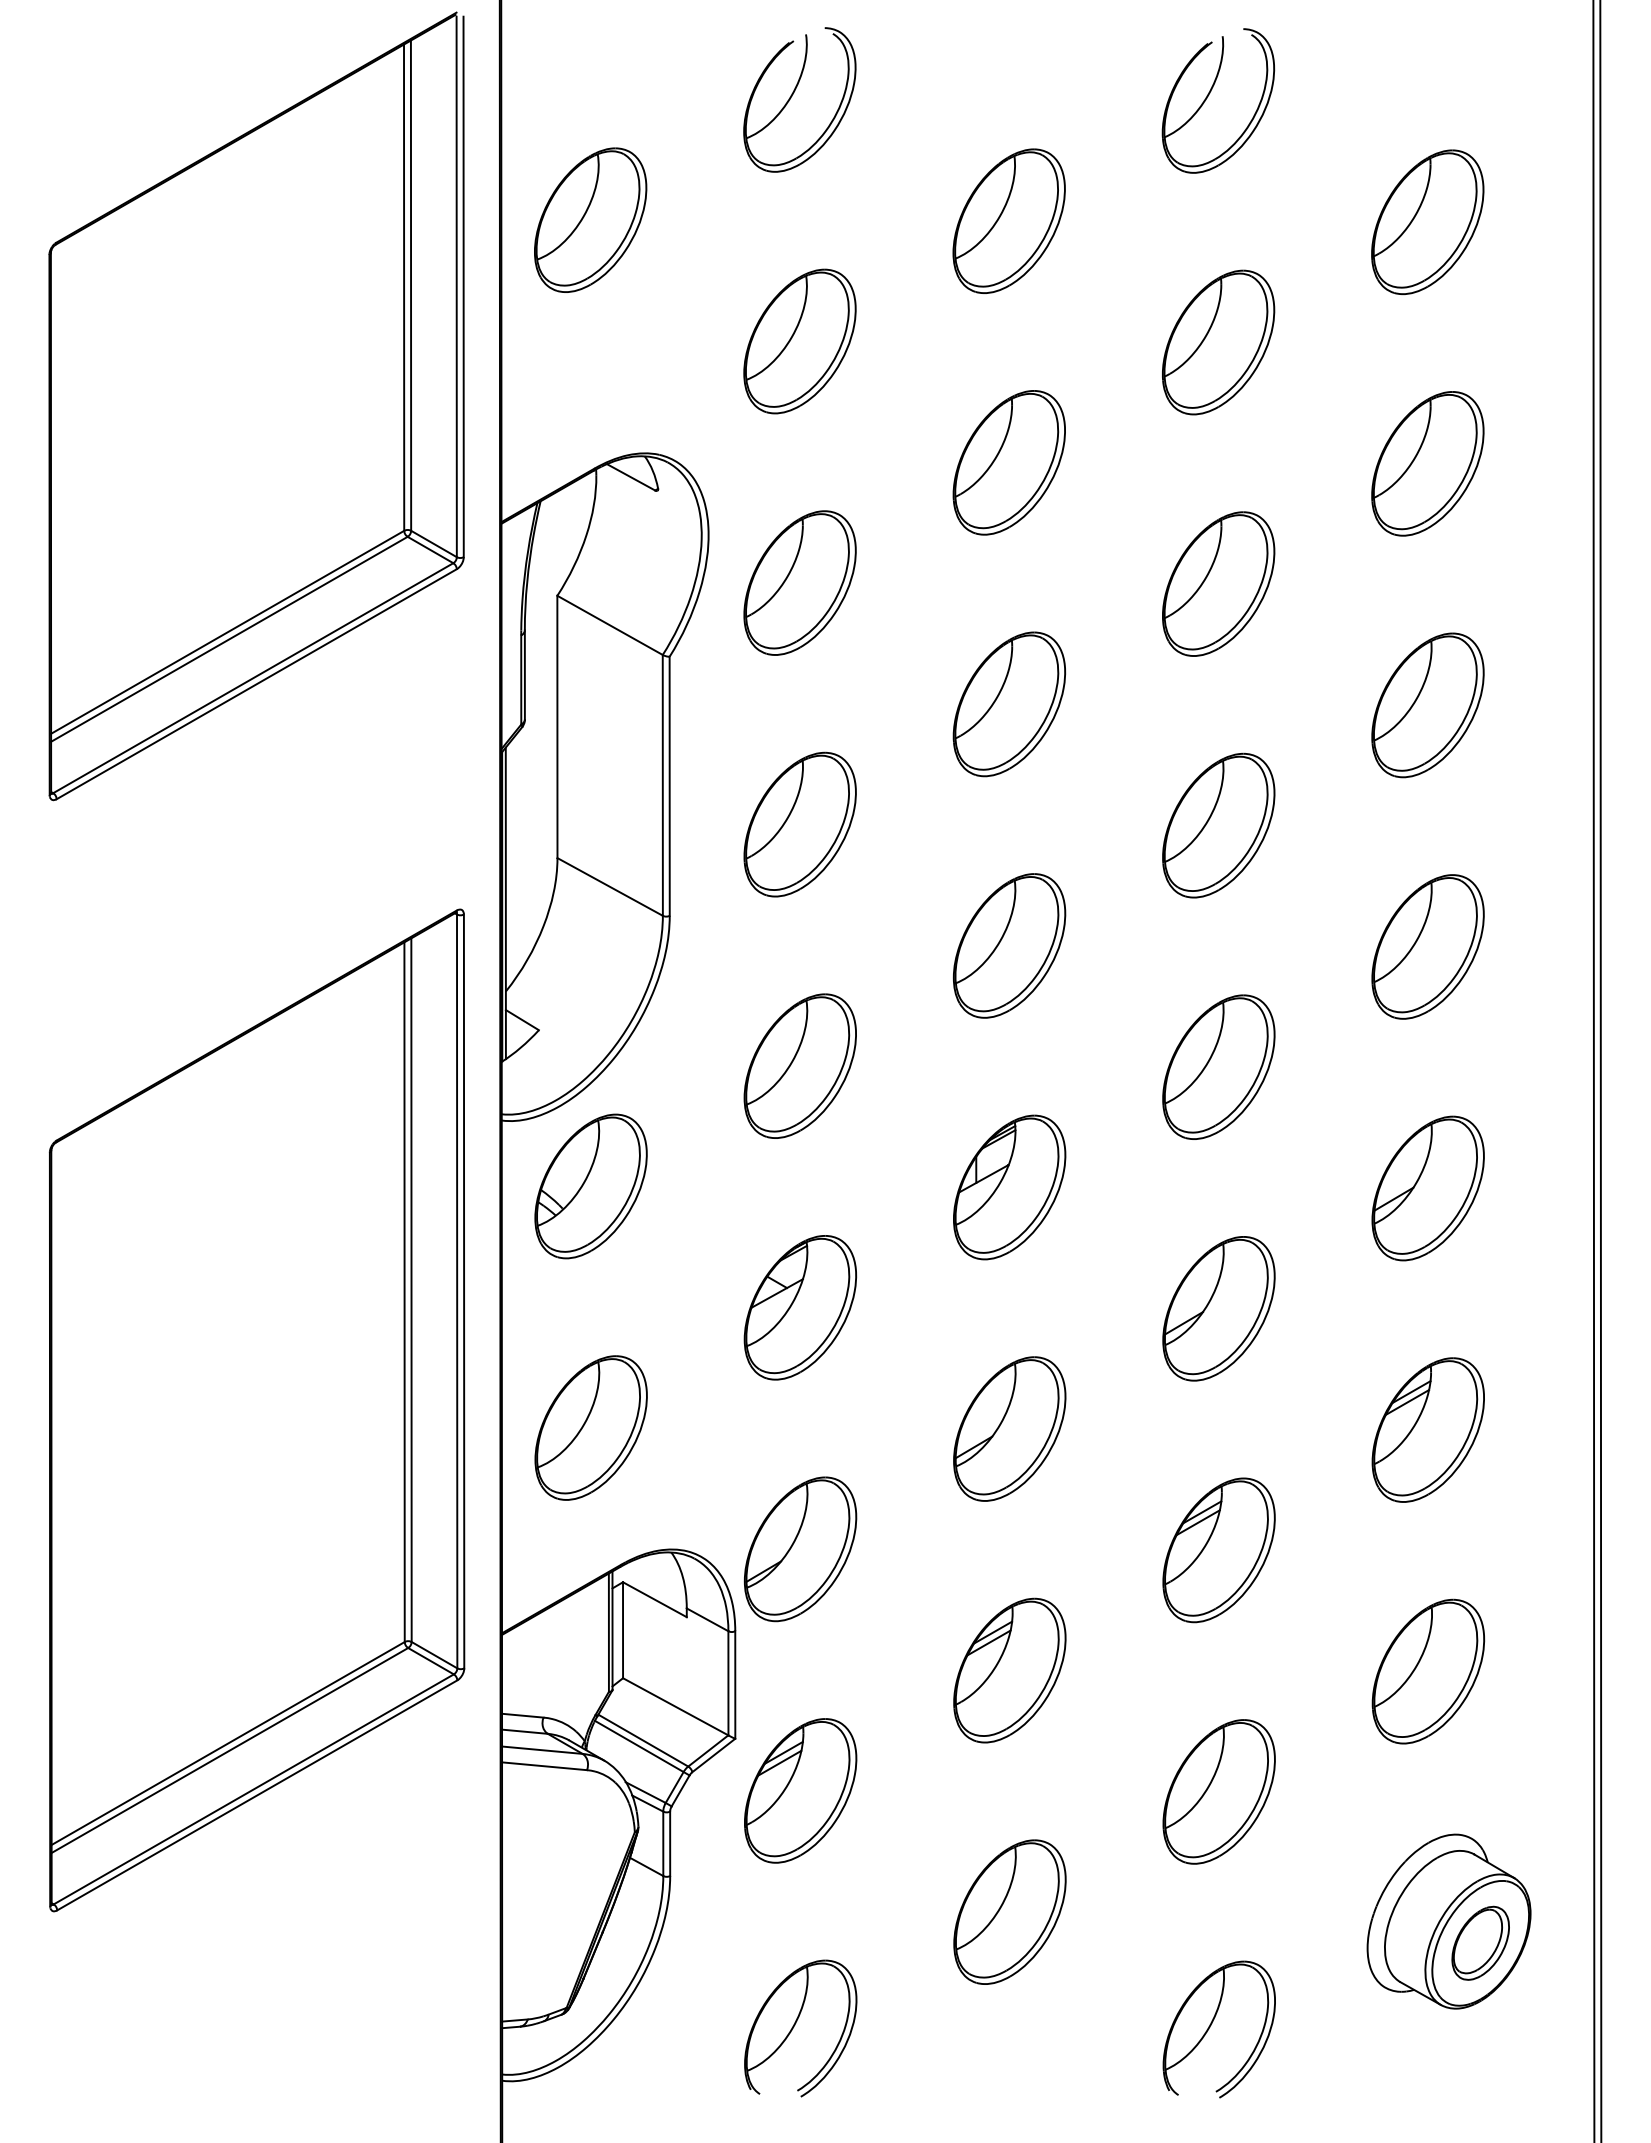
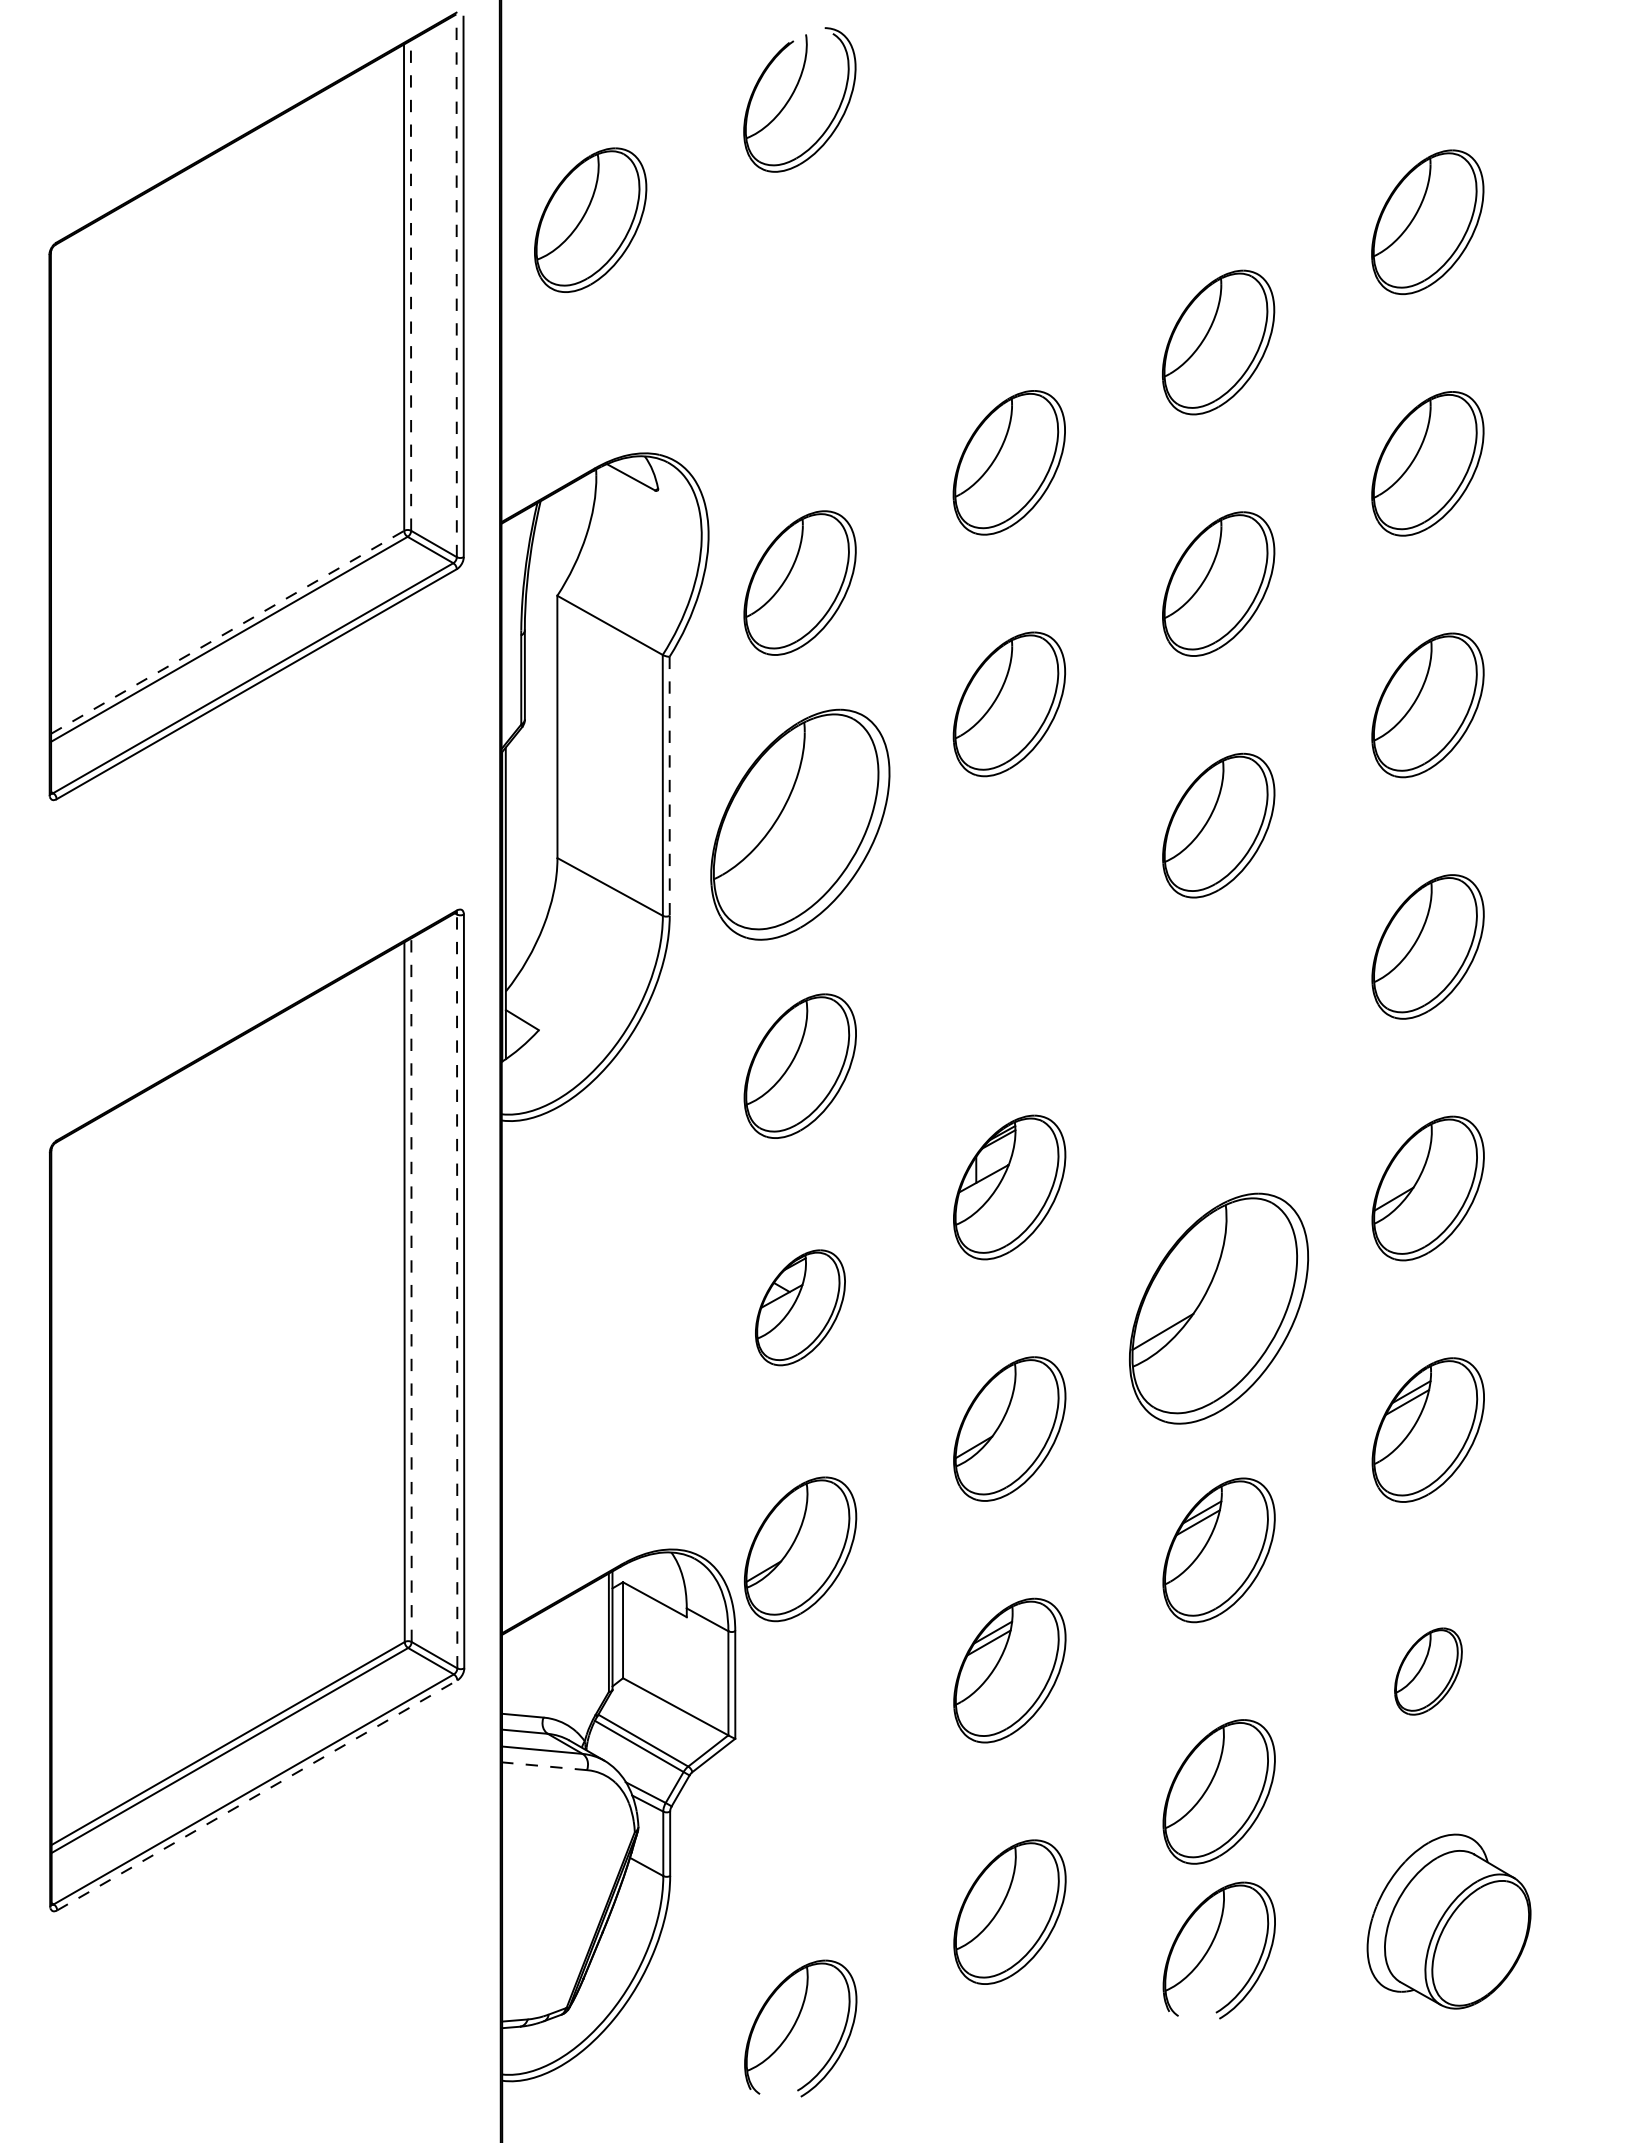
part at (1209, 95): present -> none
part at (1008, 220): present -> none
line at (411, 285): solid -> dashed
line at (456, 286): solid -> dashed
part at (799, 341): present -> none
line at (227, 632): solid -> dashed
line at (669, 786): solid -> dashed
part at (799, 824) size: 114x147 px -> 181x233 px
part at (1009, 945): present -> none
part at (1218, 1066): present -> none
line at (1593, 1070): present -> none
line at (1600, 1070): present -> none
part at (590, 1186): present -> none
line at (411, 1290): solid -> dashed
line at (457, 1291): solid -> dashed
part at (800, 1307) size: 115x146 px -> 91x118 px
part at (1218, 1308) size: 114x146 px -> 181x233 px
part at (590, 1427): present -> none
part at (1428, 1671) size: 115x147 px -> 69x89 px
line at (544, 1766): solid -> dashed
part at (800, 1790): present -> none
line at (257, 1795): solid -> dashed
part at (1480, 1942): present -> none
part at (1211, 2025) position: (1211, 2025) -> (1211, 1946)
